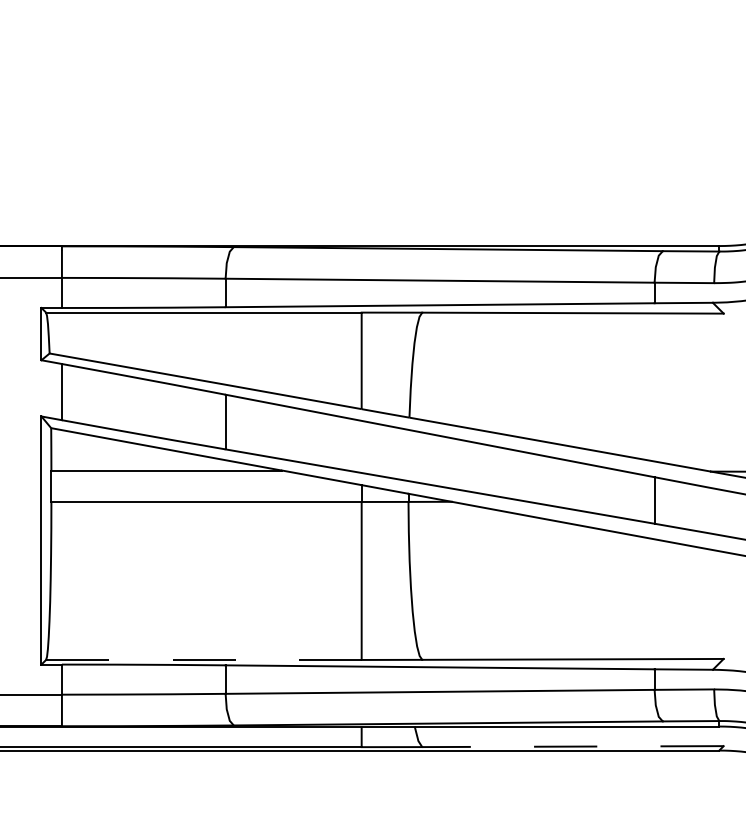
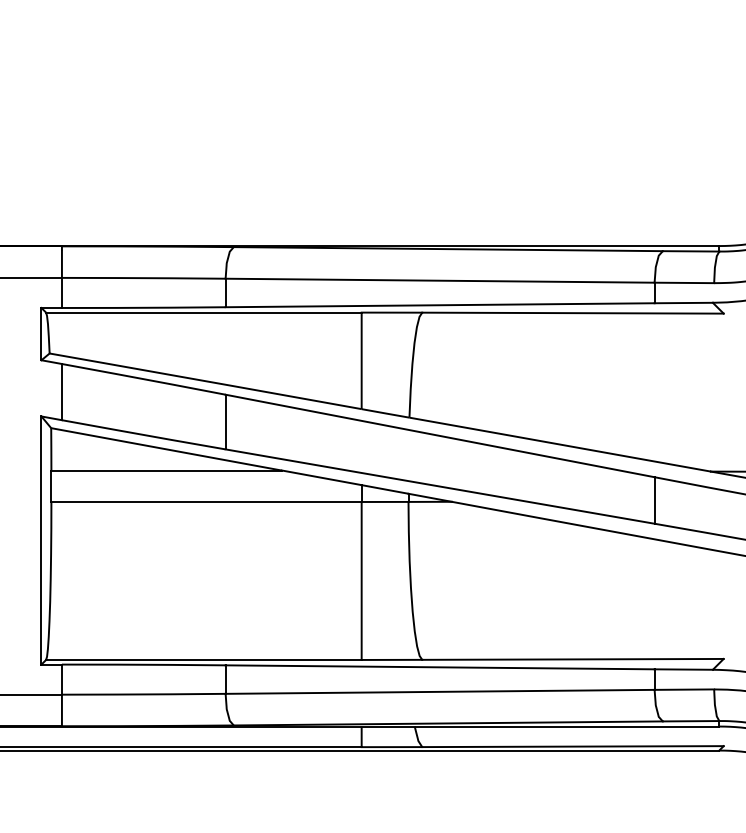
line at (203, 659): dashed -> solid
line at (572, 746): dashed -> solid
